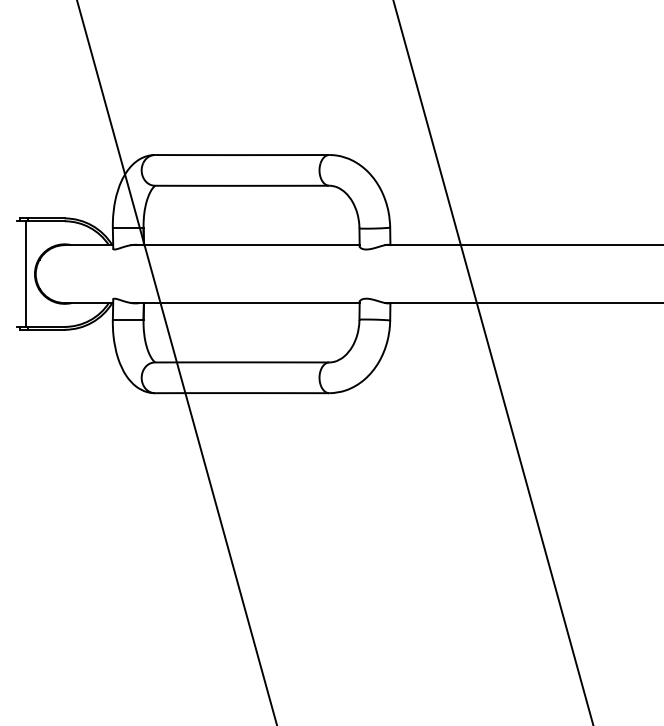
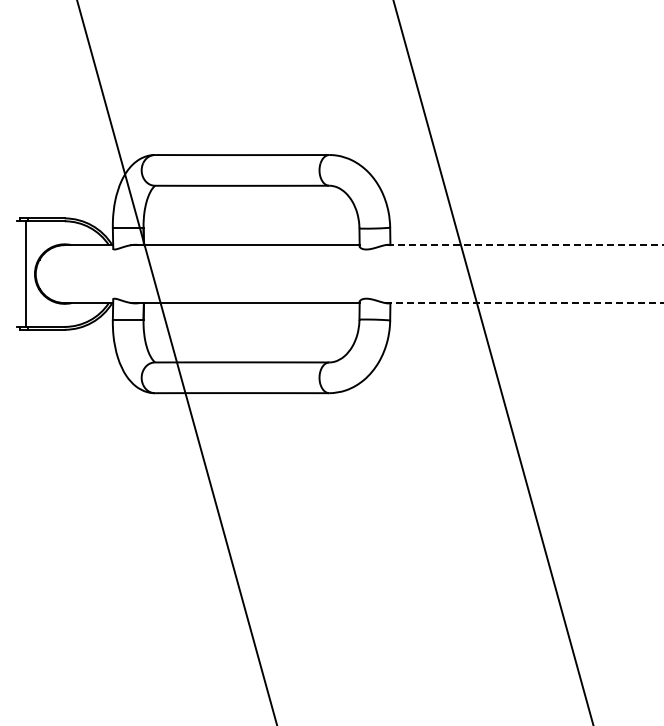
line at (524, 245): solid -> dashed
line at (524, 303): solid -> dashed
